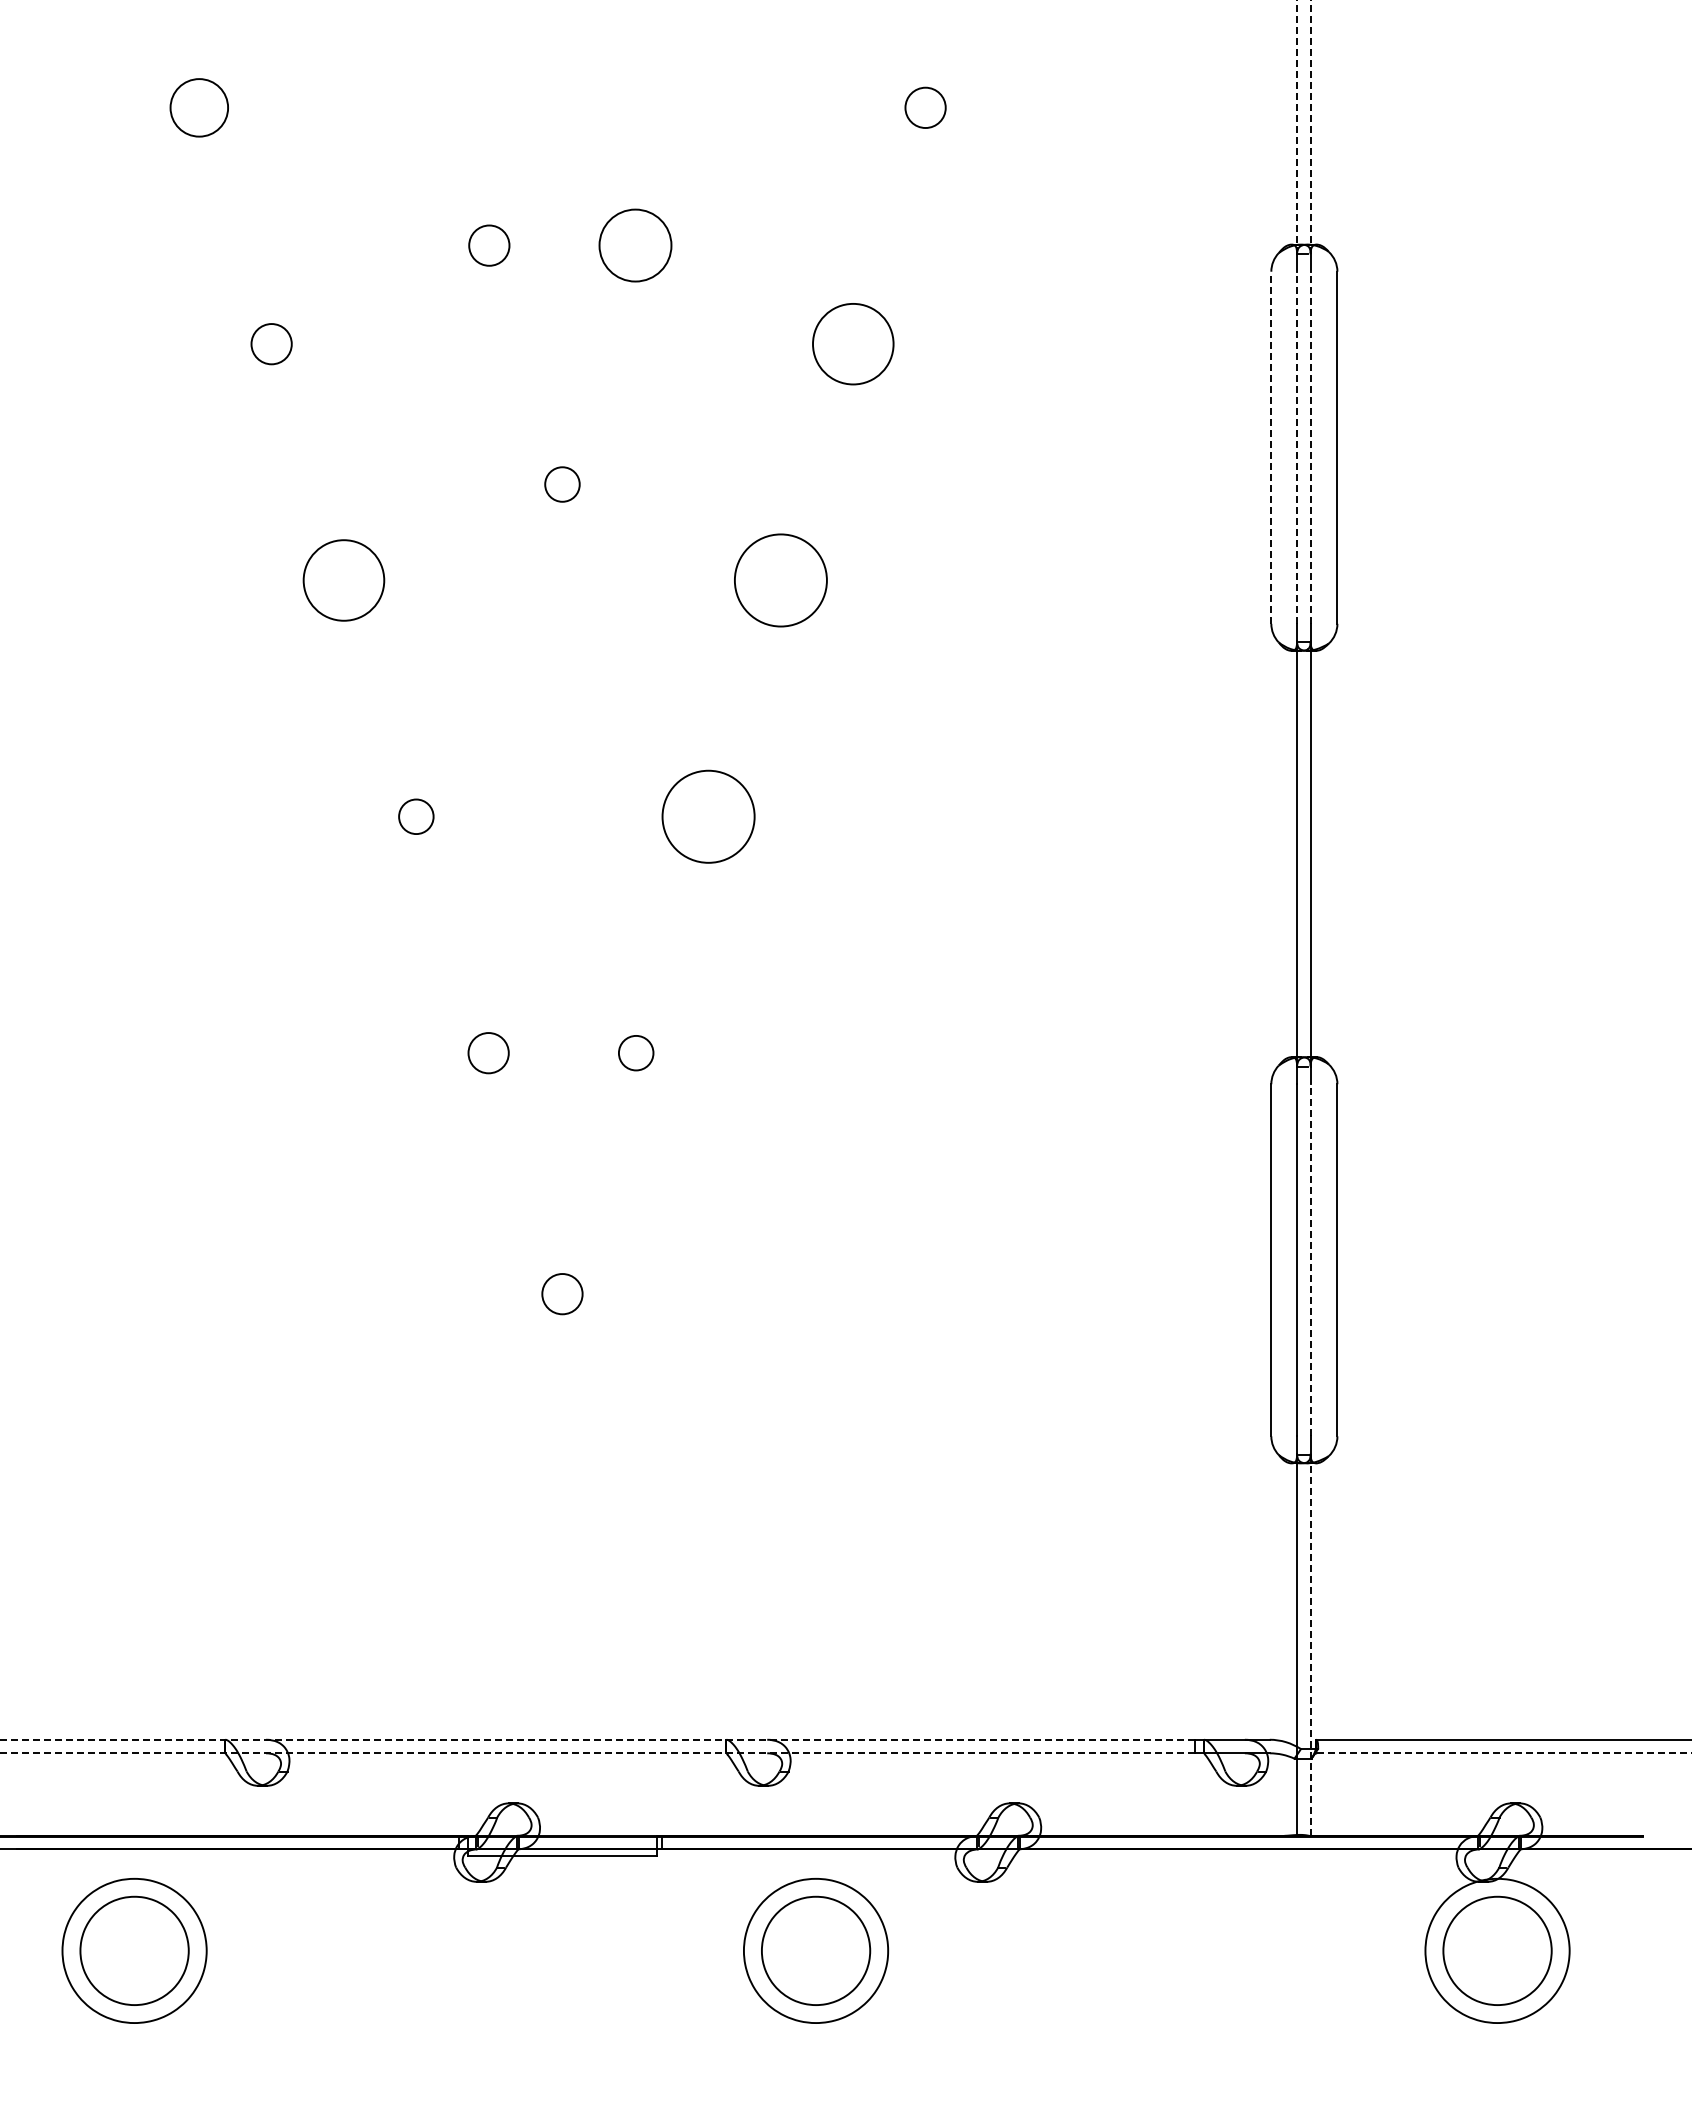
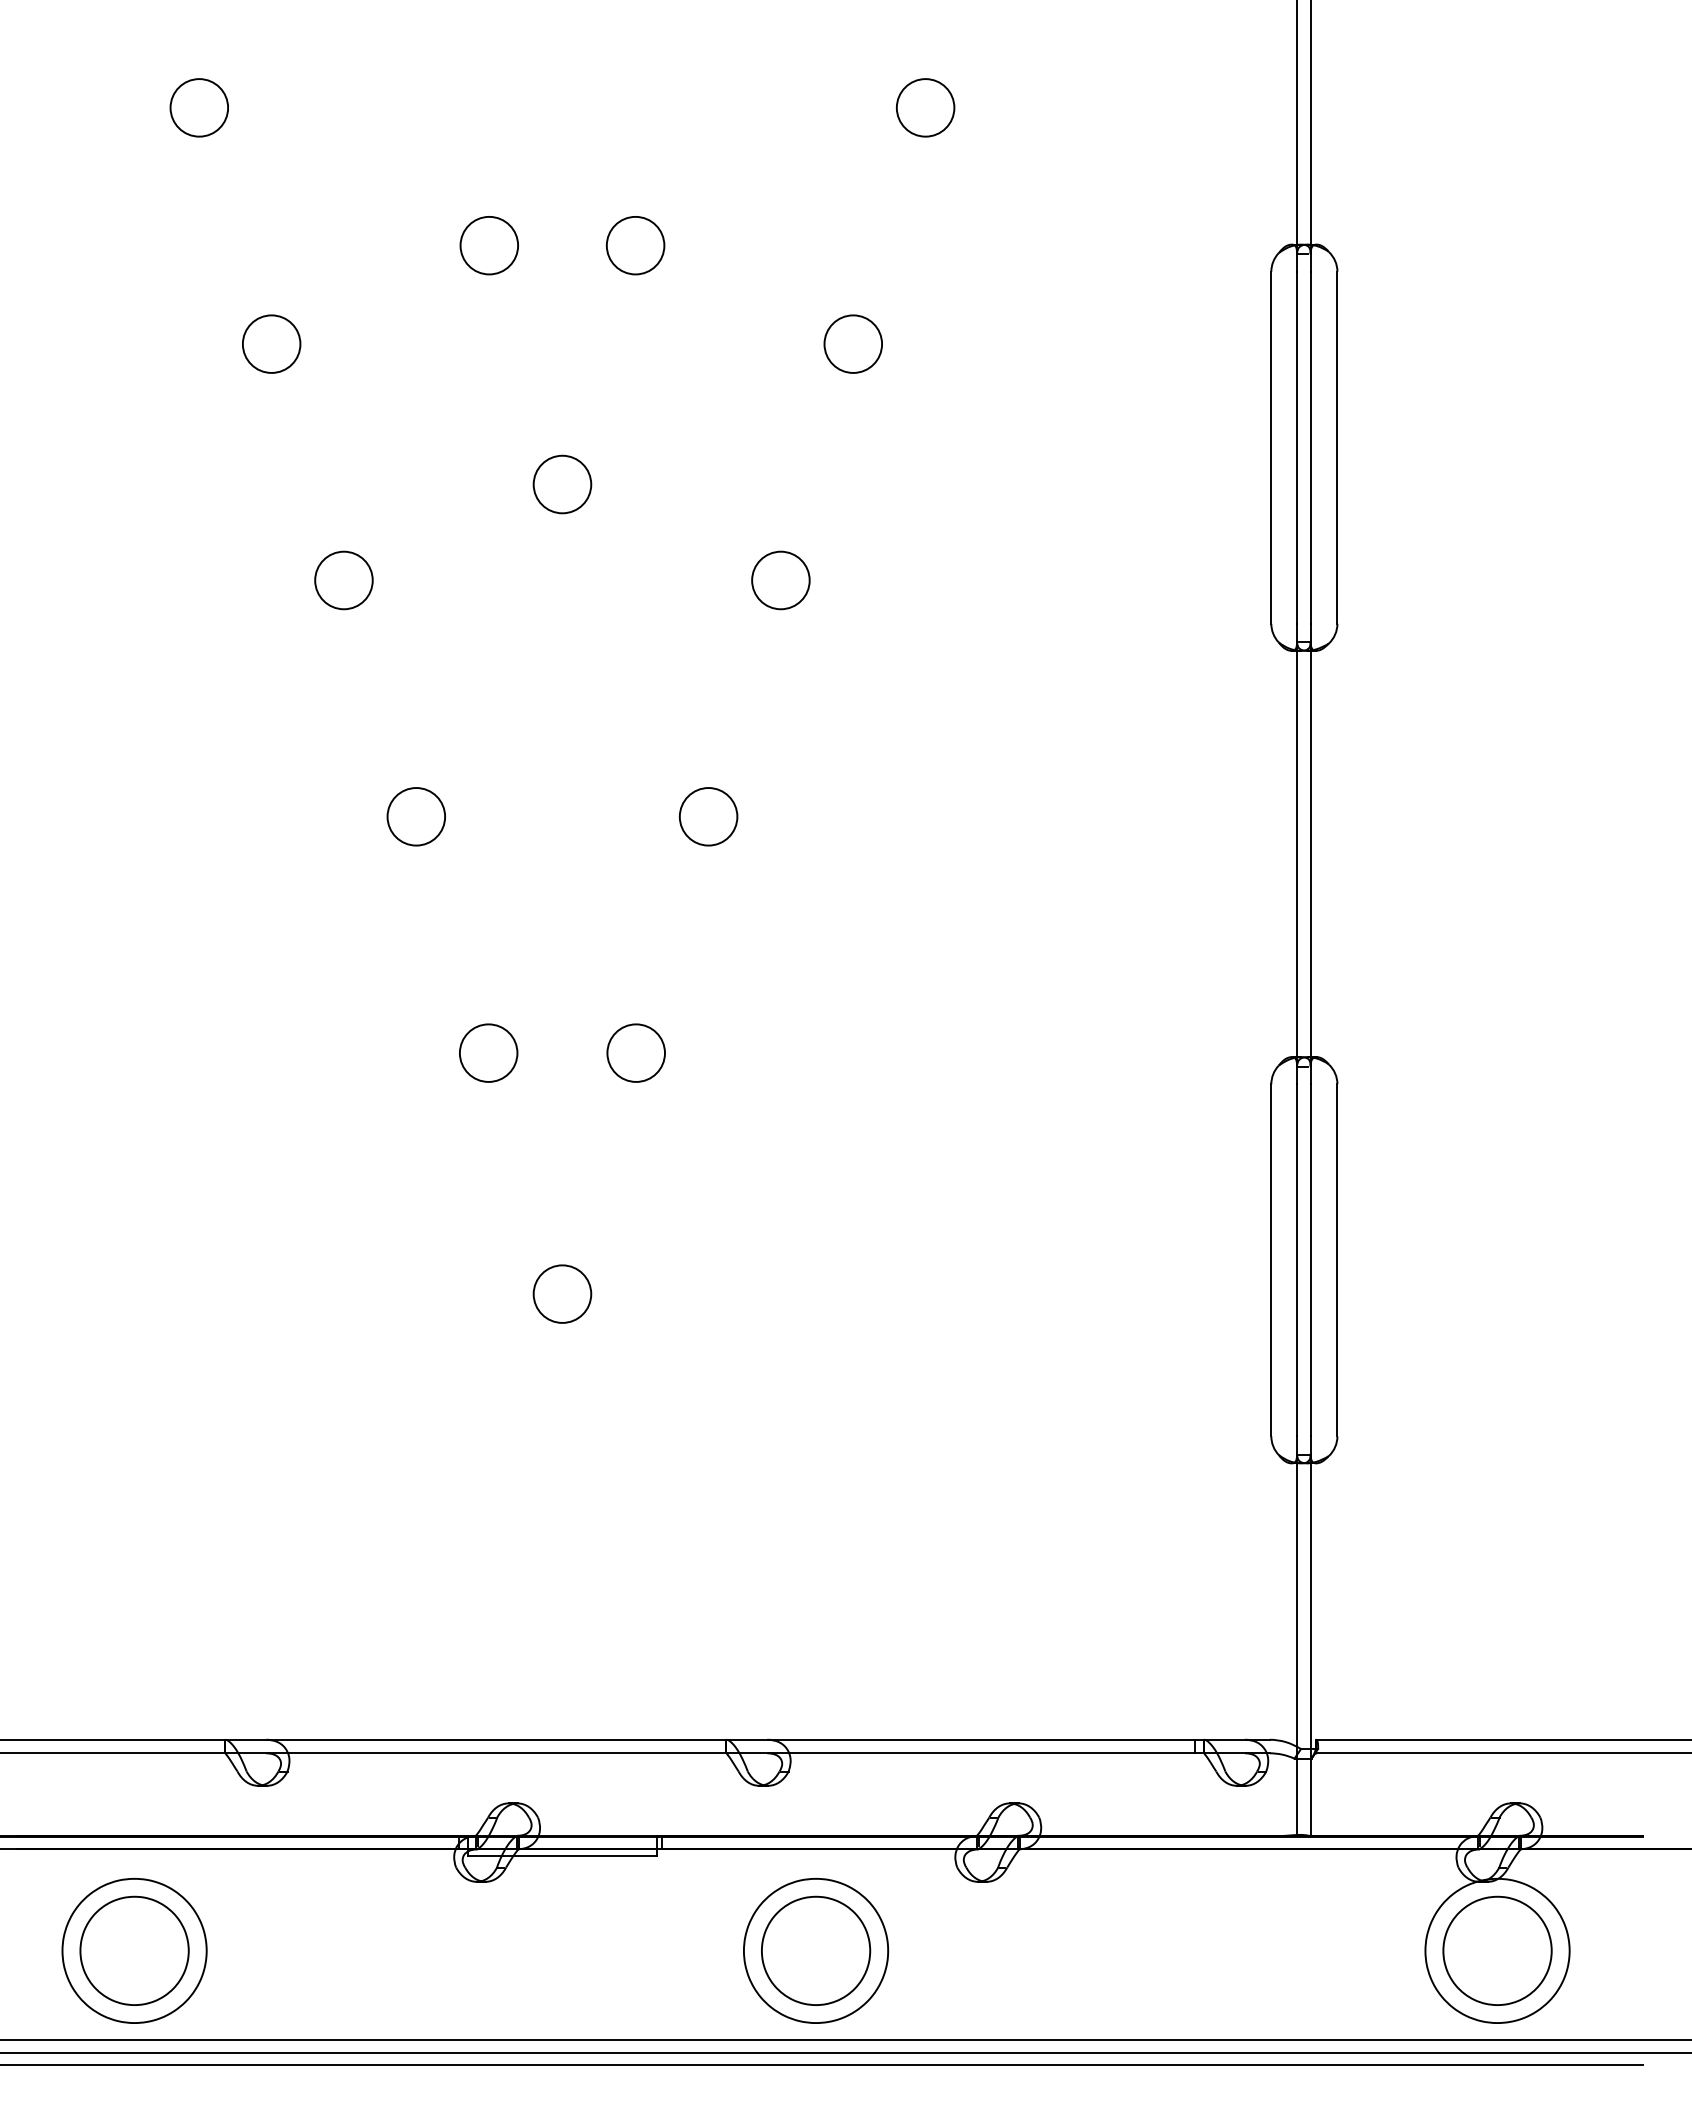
circle at (925, 107) diameter: 40 px -> 58 px
line at (1297, 127): dashed -> solid
line at (1310, 127): dashed -> solid
circle at (489, 245) diameter: 40 px -> 58 px
circle at (635, 245) size: 75x75 px -> 60x60 px
circle at (853, 343) diameter: 81 px -> 58 px
circle at (271, 344) diameter: 40 px -> 58 px
line at (1271, 447): dashed -> solid
line at (1297, 447): dashed -> solid
line at (1310, 447): dashed -> solid
circle at (562, 484) diameter: 35 px -> 58 px
circle at (343, 580) diameter: 81 px -> 58 px
circle at (780, 580) diameter: 92 px -> 58 px
circle at (416, 816) diameter: 35 px -> 58 px
circle at (708, 816) diameter: 92 px -> 58 px
circle at (635, 1052) diameter: 35 px -> 58 px
circle at (488, 1053) diameter: 40 px -> 58 px
line at (1310, 1259): dashed -> solid
circle at (562, 1294) diameter: 40 px -> 58 px
line at (1310, 1644): dashed -> solid
line at (597, 1739): dashed -> solid
line at (597, 1753): dashed -> solid
line at (1503, 1753): dashed -> solid
line at (845, 2039): none -> present
line at (845, 2052): none -> present
line at (822, 2065): none -> present
